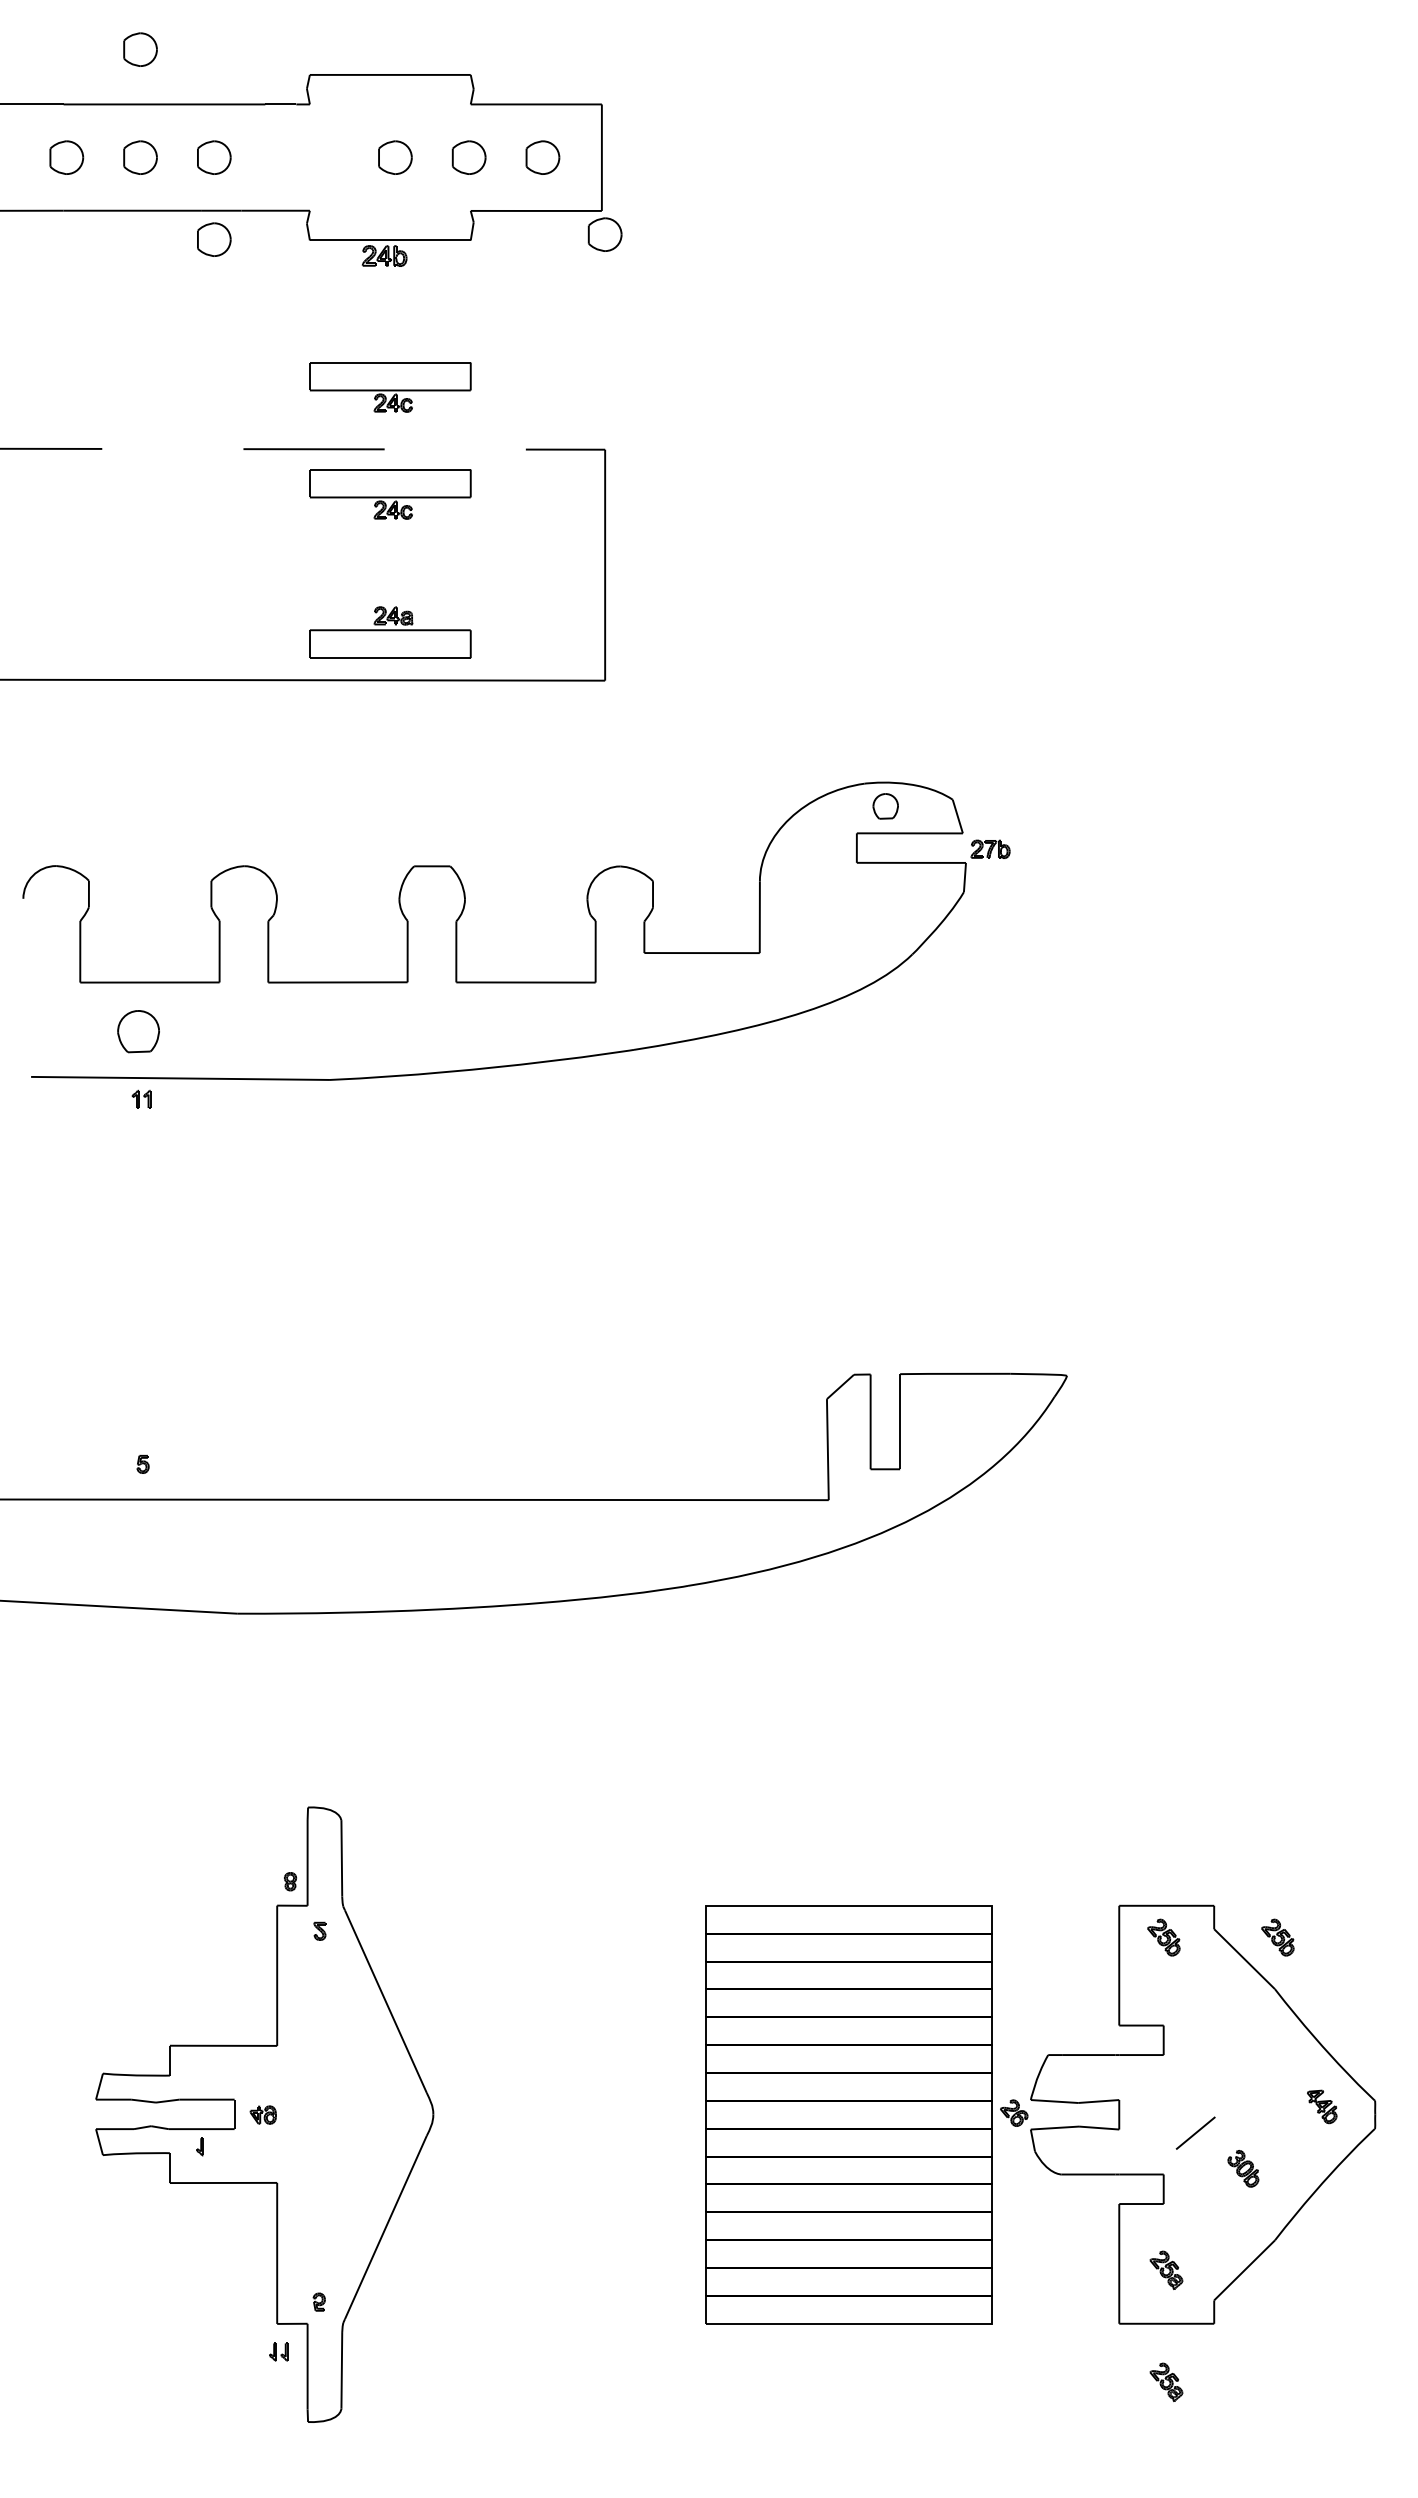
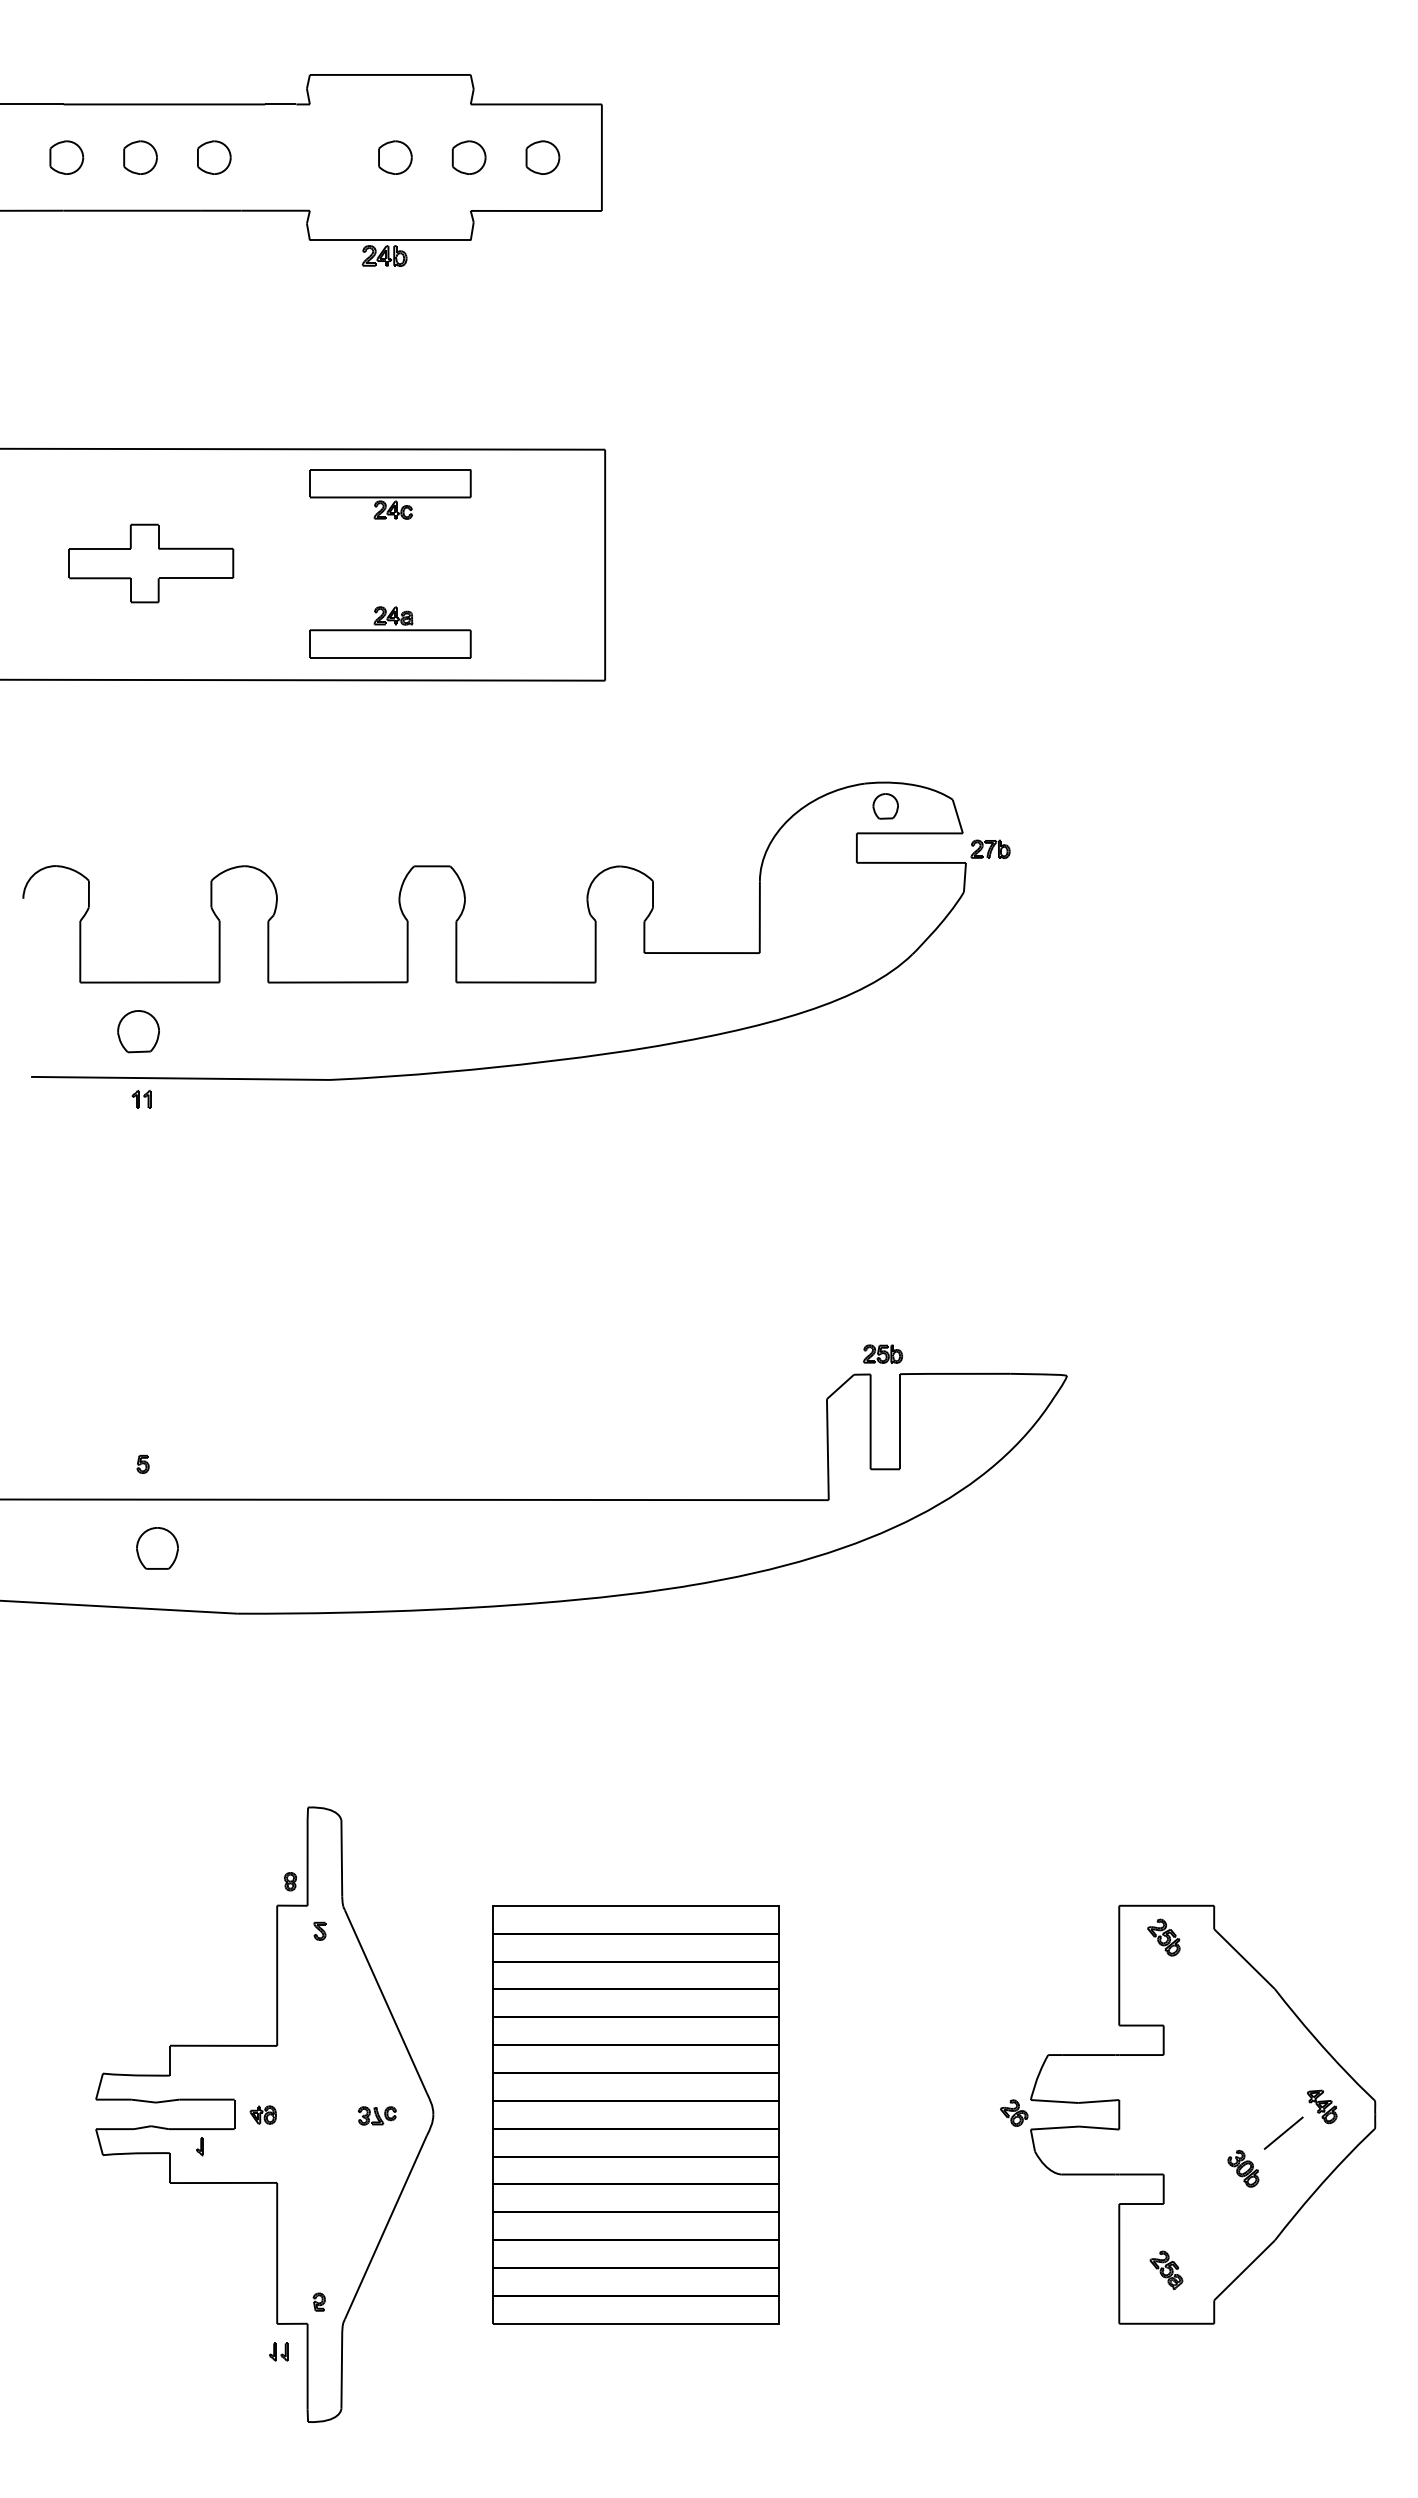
part at (140, 49): present -> none
part at (604, 234): present -> none
part at (214, 239): present -> none
part at (390, 387): present -> none
line at (303, 449): dashed -> solid
part at (151, 563): none -> present
part at (883, 1353): none -> present
part at (157, 1548): none -> present
part at (1277, 1937): present -> none
part at (848, 2114) position: (848, 2114) -> (635, 2114)
part at (376, 2115): none -> present
line at (1195, 2132) position: (1195, 2132) -> (1283, 2132)
part at (1166, 2381): present -> none
